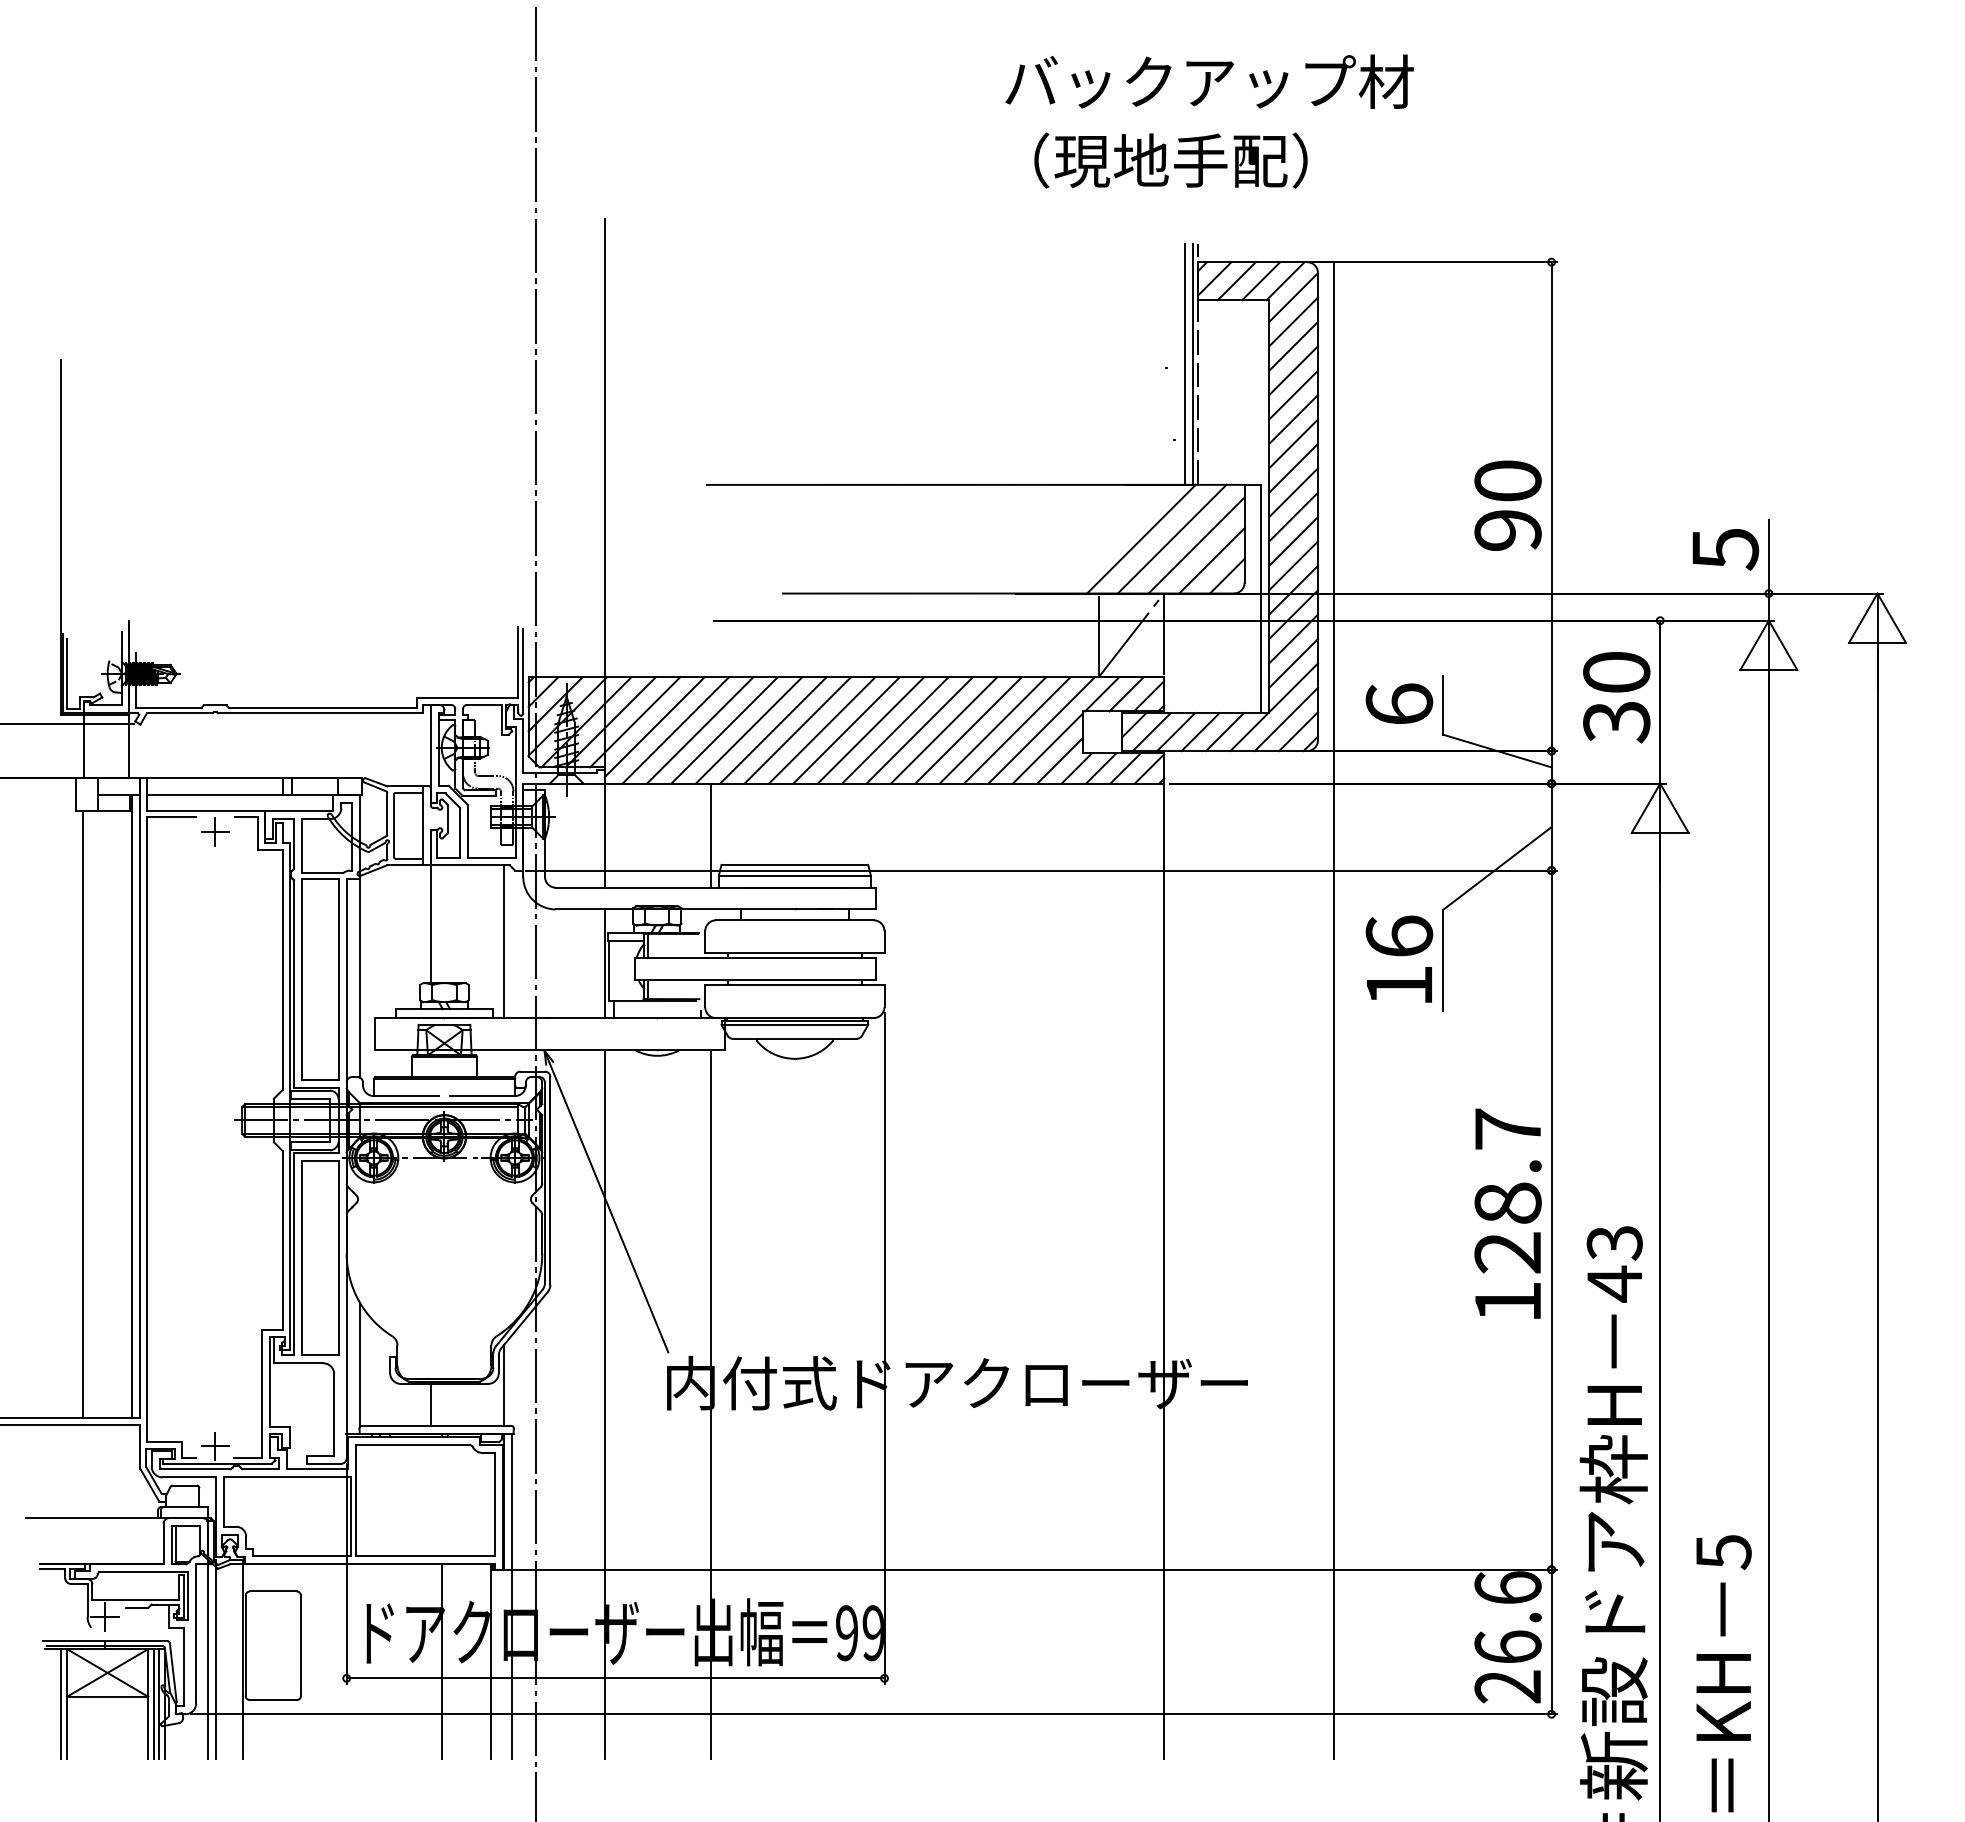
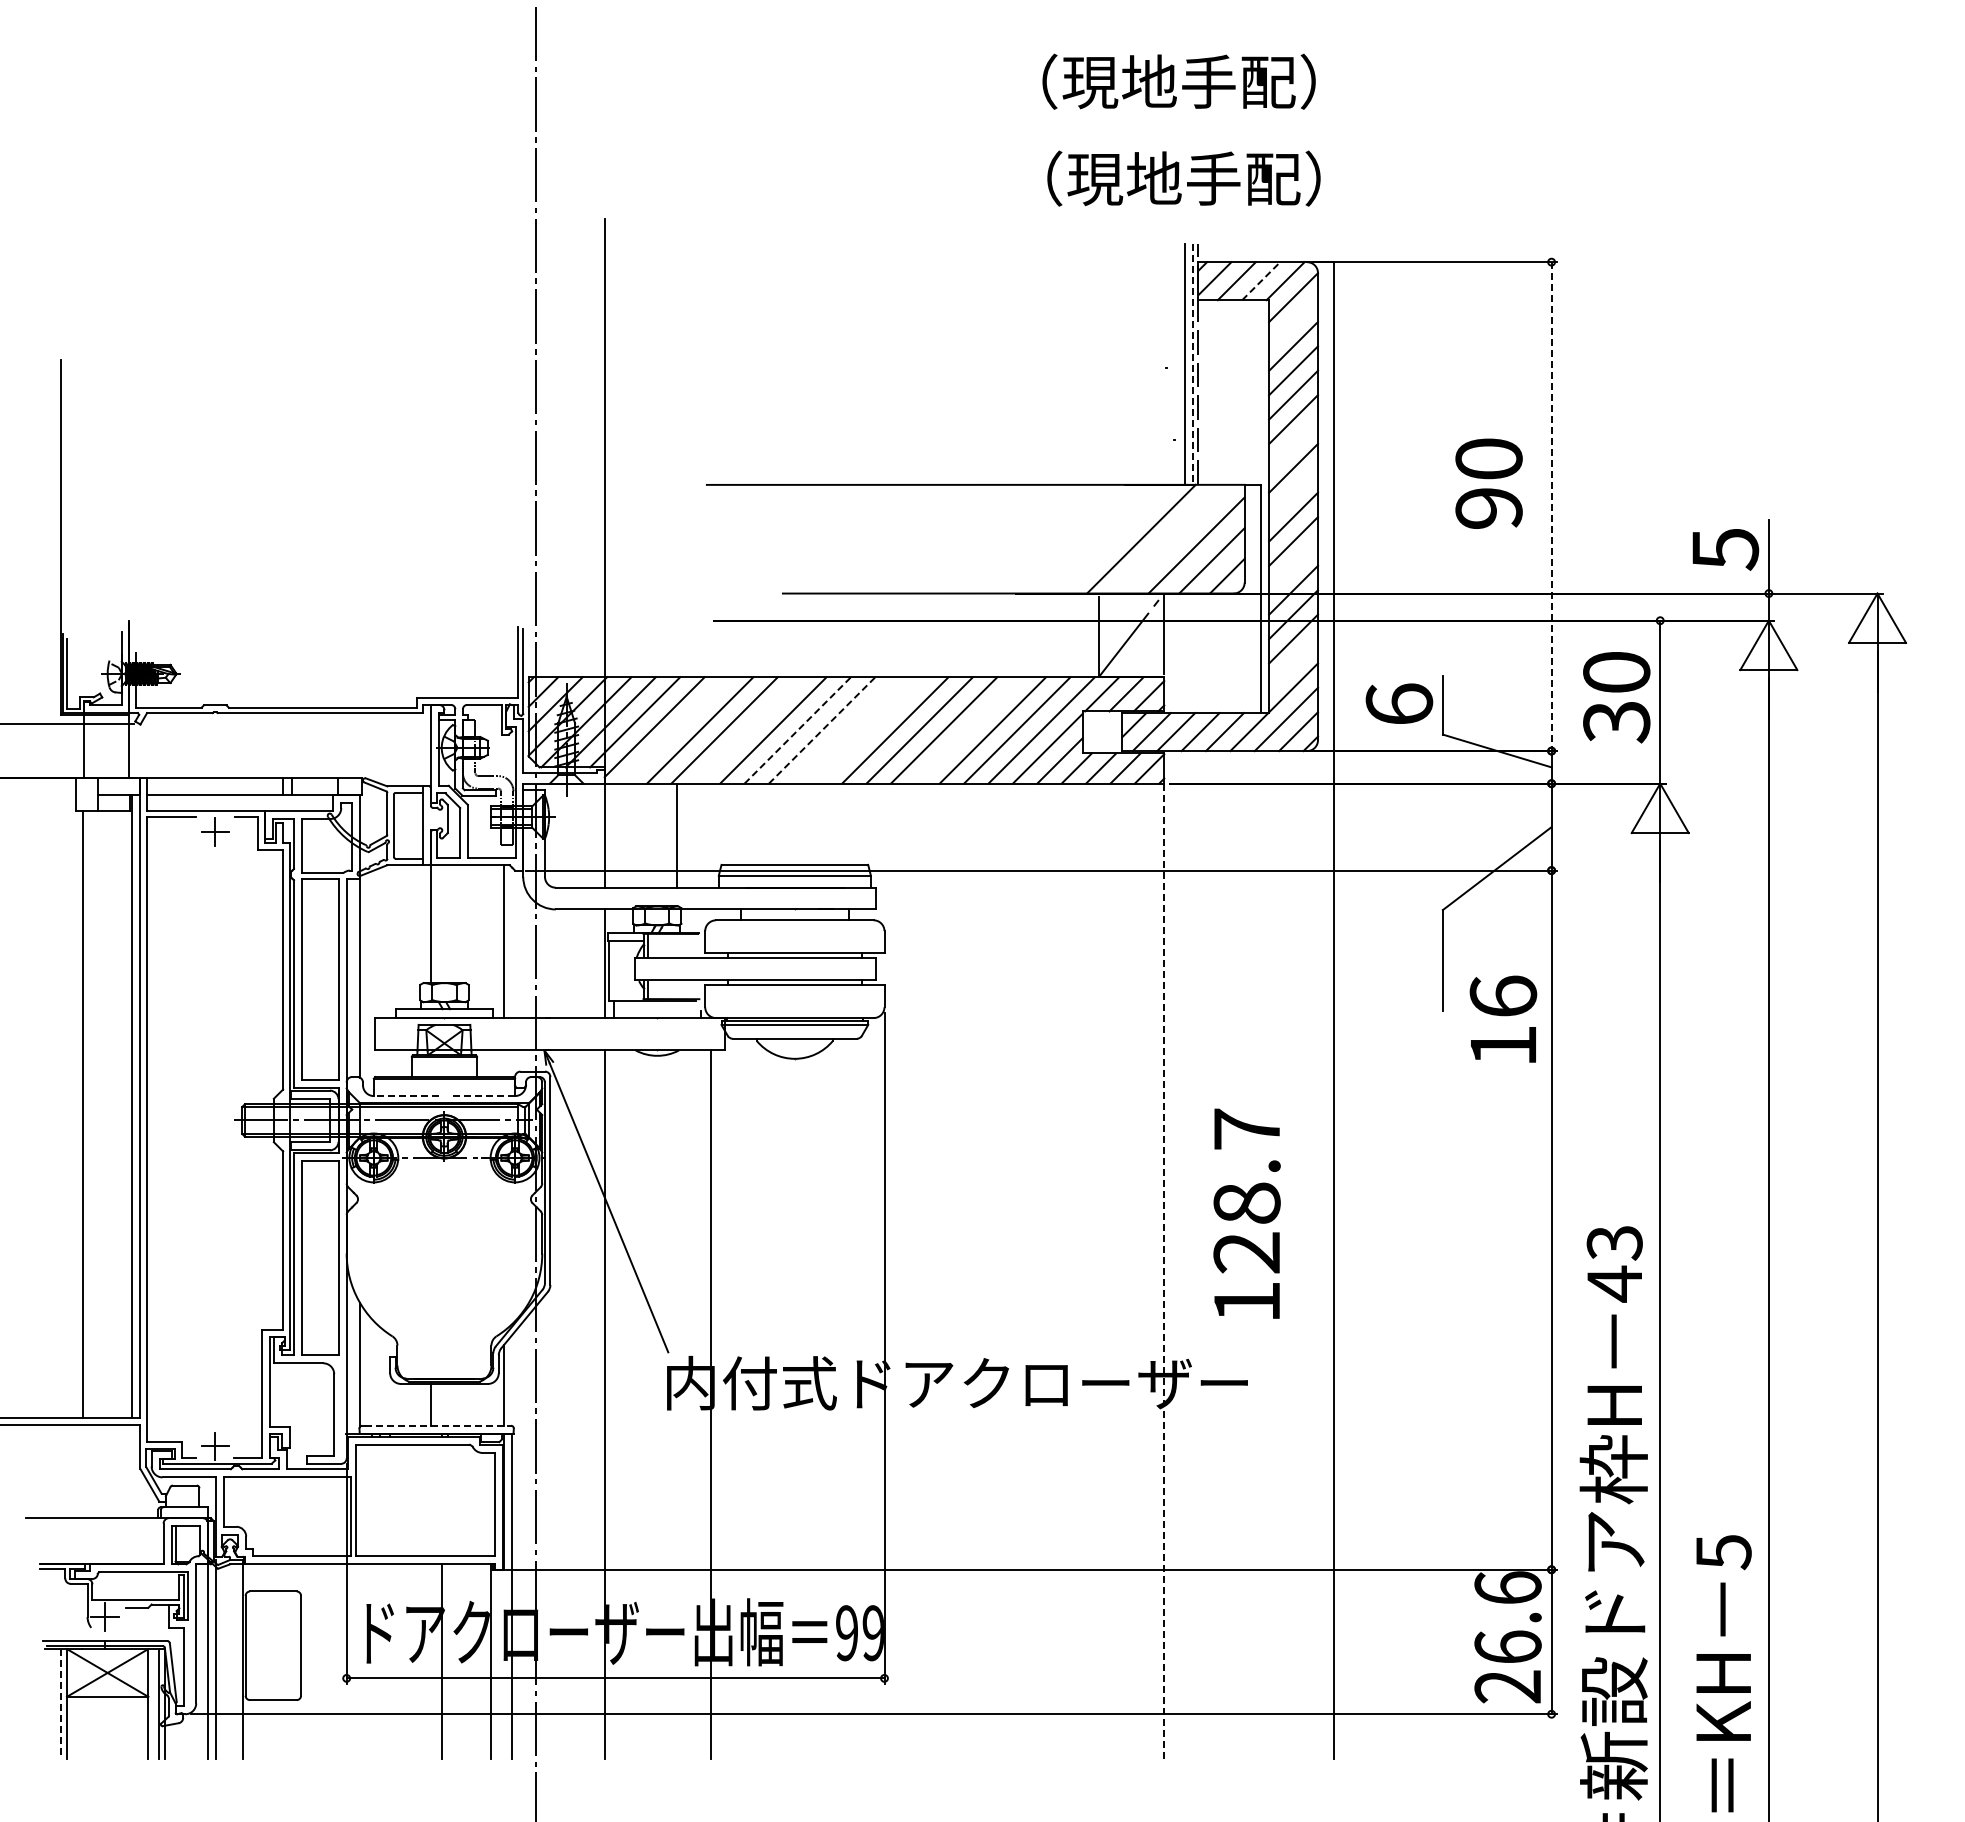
text at (1209, 81): バックアップ材 -> （現地手配）
text at (1170, 160) position: (1170, 160) -> (1183, 178)
line at (1261, 281): solid -> dashed
line at (1293, 321): present -> none
line at (1193, 364): solid -> dashed
line at (1293, 443): present -> none
line at (1293, 492): present -> none
text at (1507, 505) position: (1507, 505) -> (1488, 483)
line at (1551, 507): solid -> dashed
line at (1171, 538): present -> none
line at (1293, 565): present -> none
line at (1293, 663): present -> none
line at (675, 730): present -> none
line at (748, 730): present -> none
line at (798, 730): solid -> dashed
line at (822, 730): solid -> dashed
line at (846, 730): present -> none
line at (870, 730): present -> none
line at (968, 730): present -> none
line at (710, 835) position: (710, 835) -> (676, 835)
text at (1399, 958) position: (1399, 958) -> (1503, 1018)
line at (406, 1096): solid -> dashed
line at (482, 1096): solid -> dashed
text at (1507, 1213) position: (1507, 1213) -> (1246, 1213)
line at (1164, 1271): solid -> dashed
line at (436, 1425): solid -> dashed
line at (61, 1704): solid -> dashed
line at (153, 1704): present -> none
